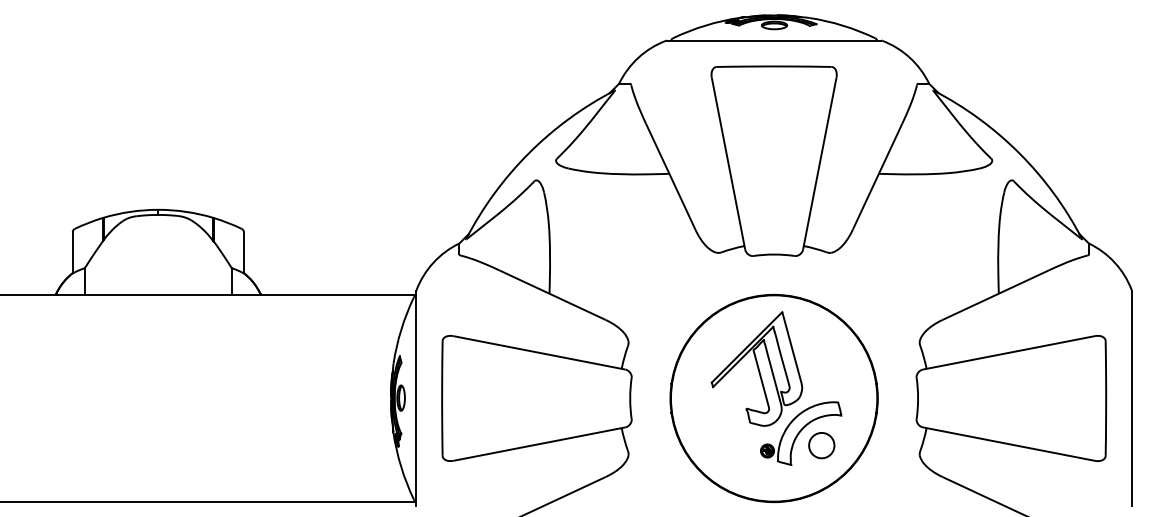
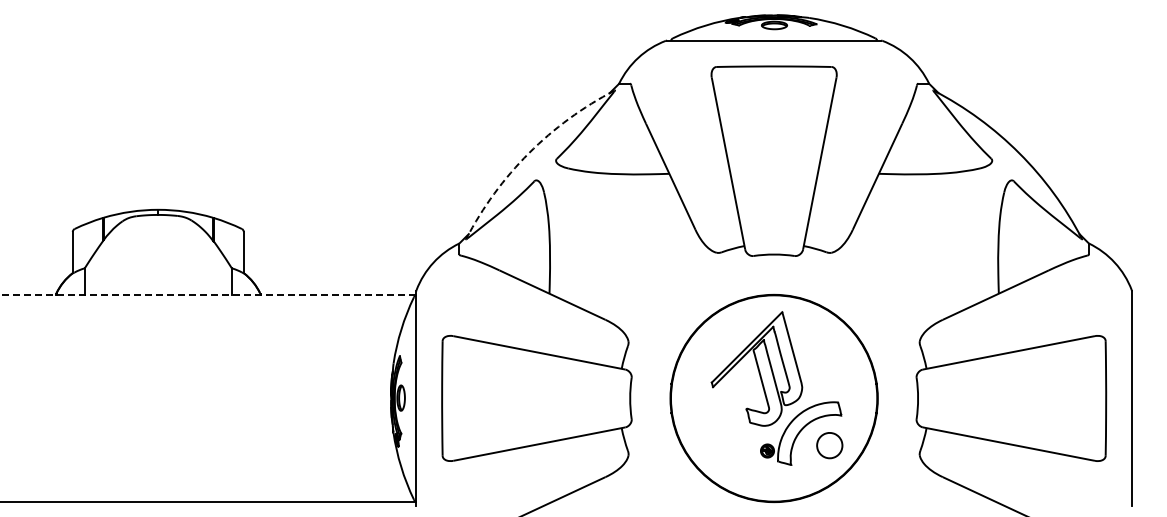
arc at (528, 153): solid -> dashed
line at (208, 295): solid -> dashed
part at (821, 445) position: (821, 445) -> (829, 445)
